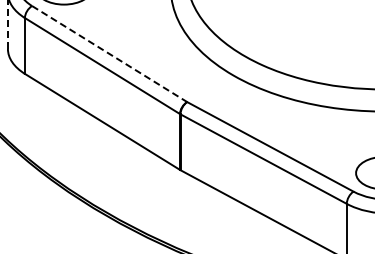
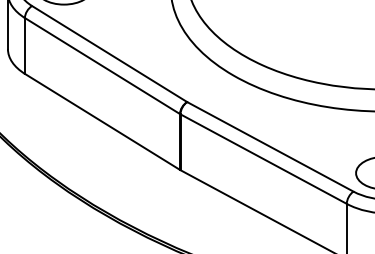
line at (7, 24): dashed -> solid
line at (110, 54): dashed -> solid
